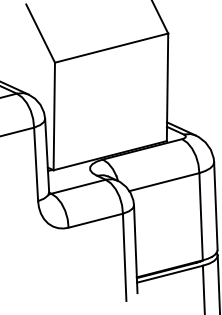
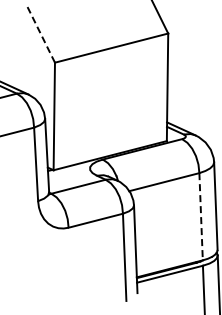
line at (40, 33): solid -> dashed
line at (201, 216): solid -> dashed
